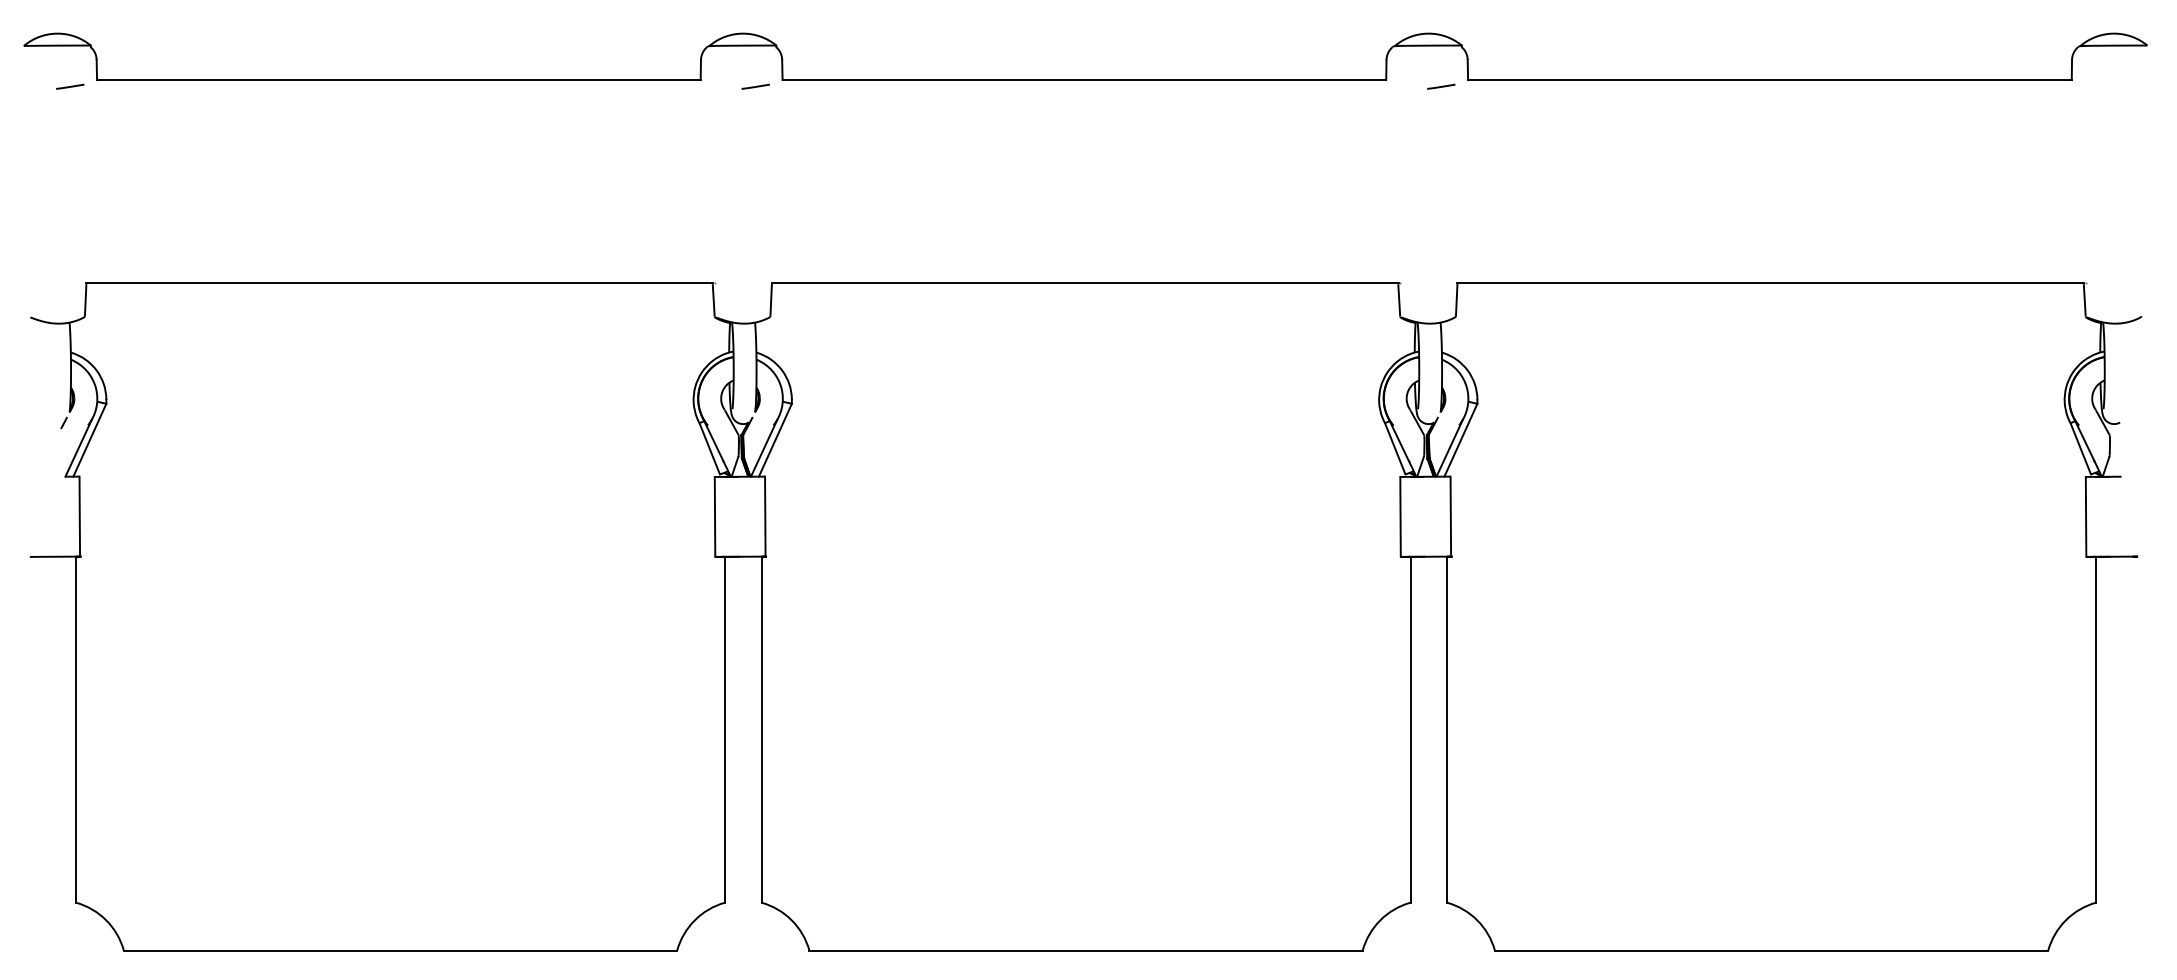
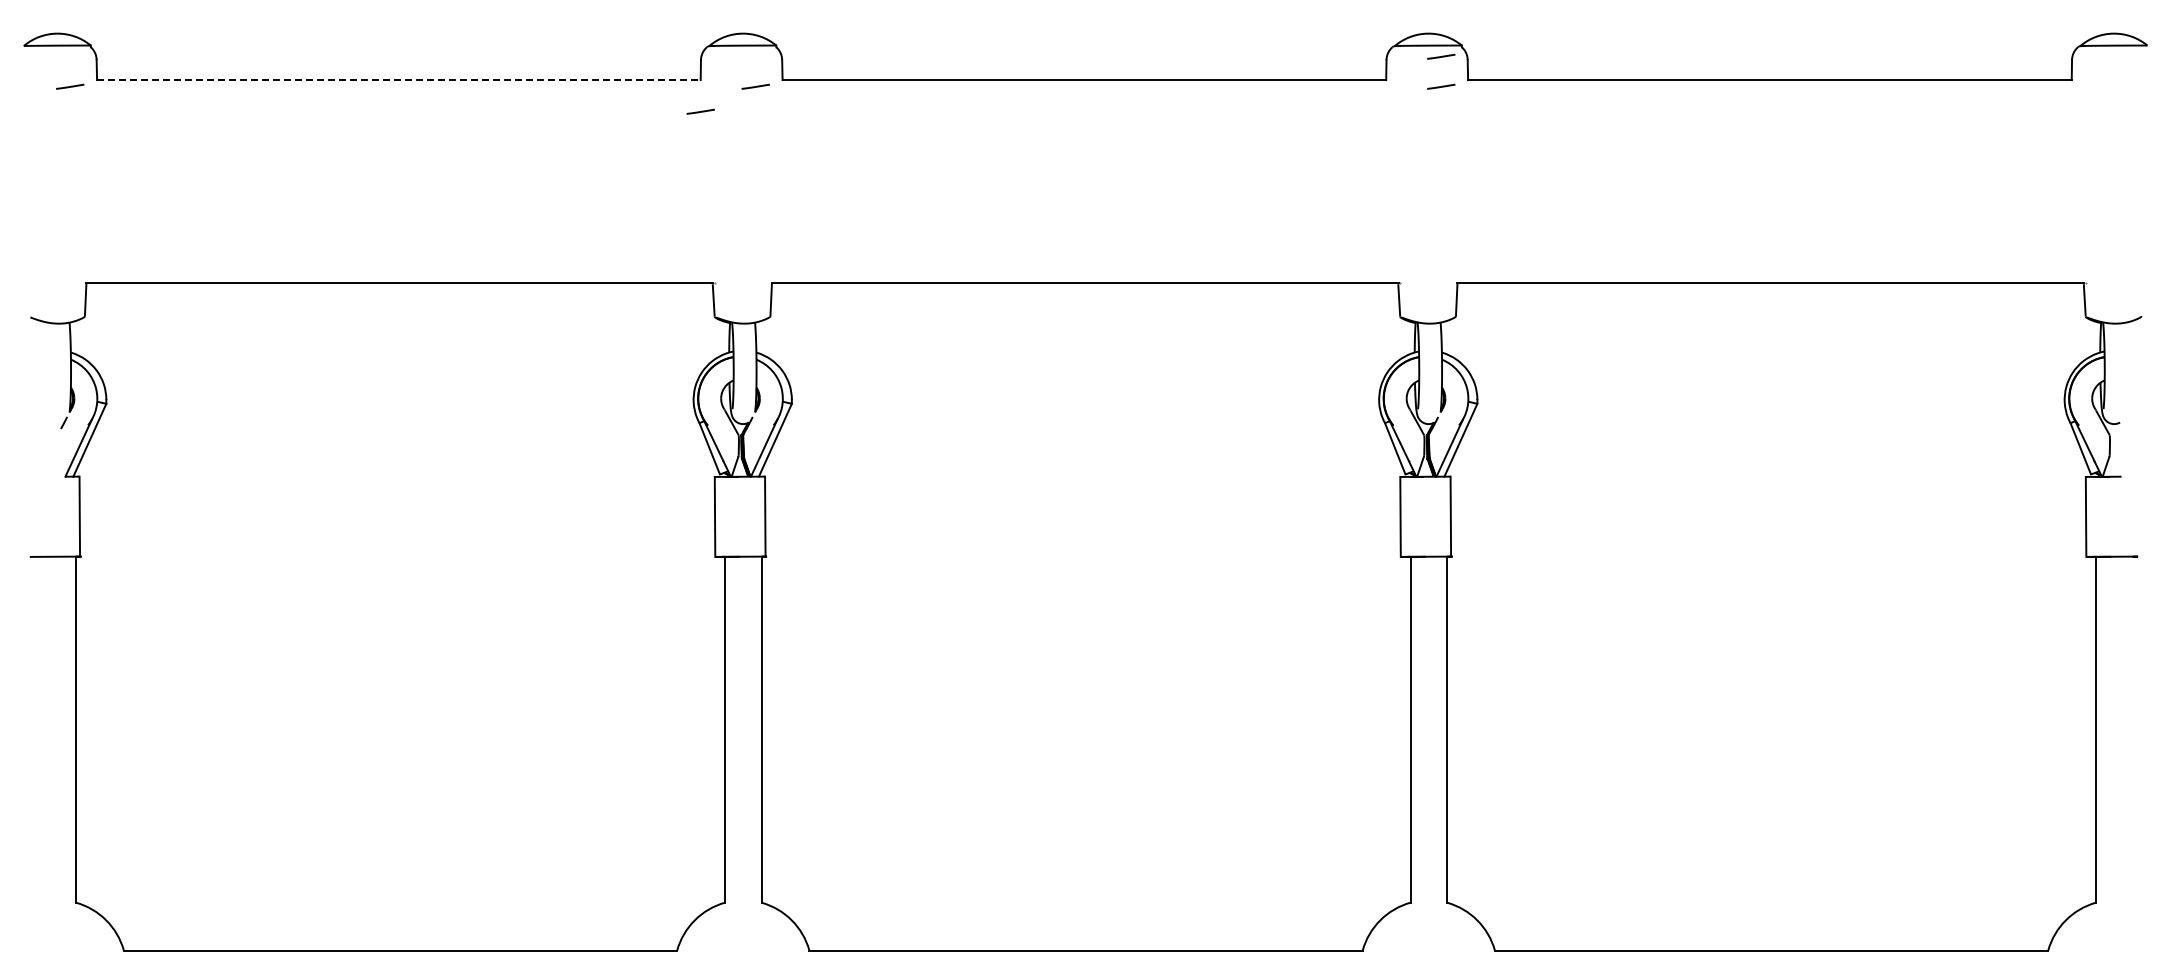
line at (1441, 56): none -> present
line at (398, 80): solid -> dashed
line at (700, 111): none -> present
